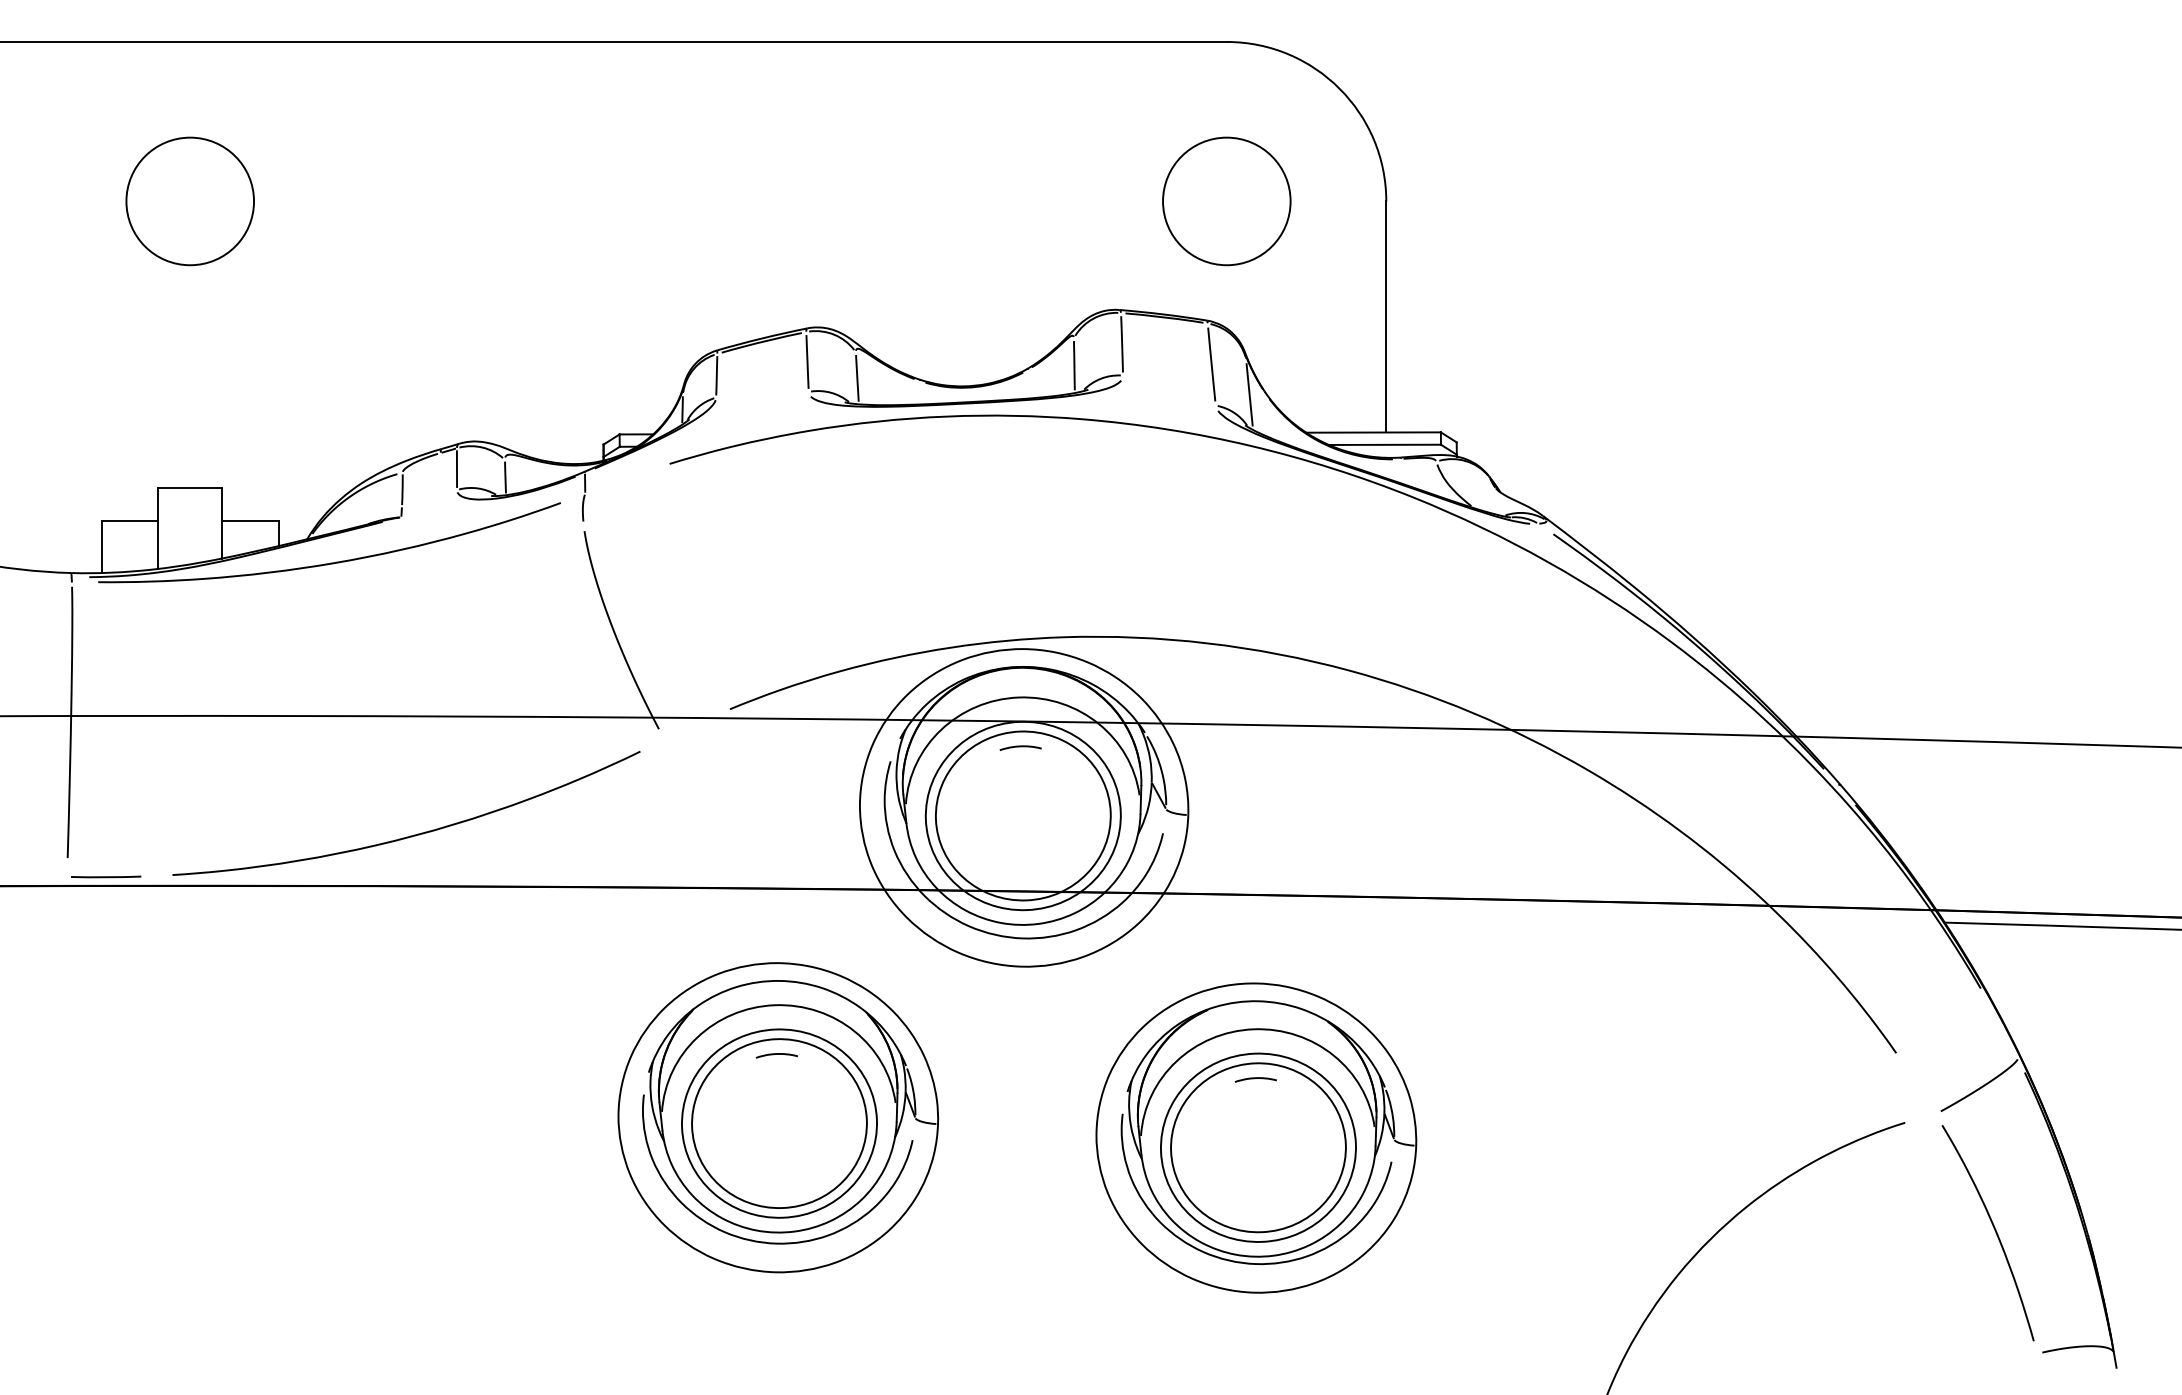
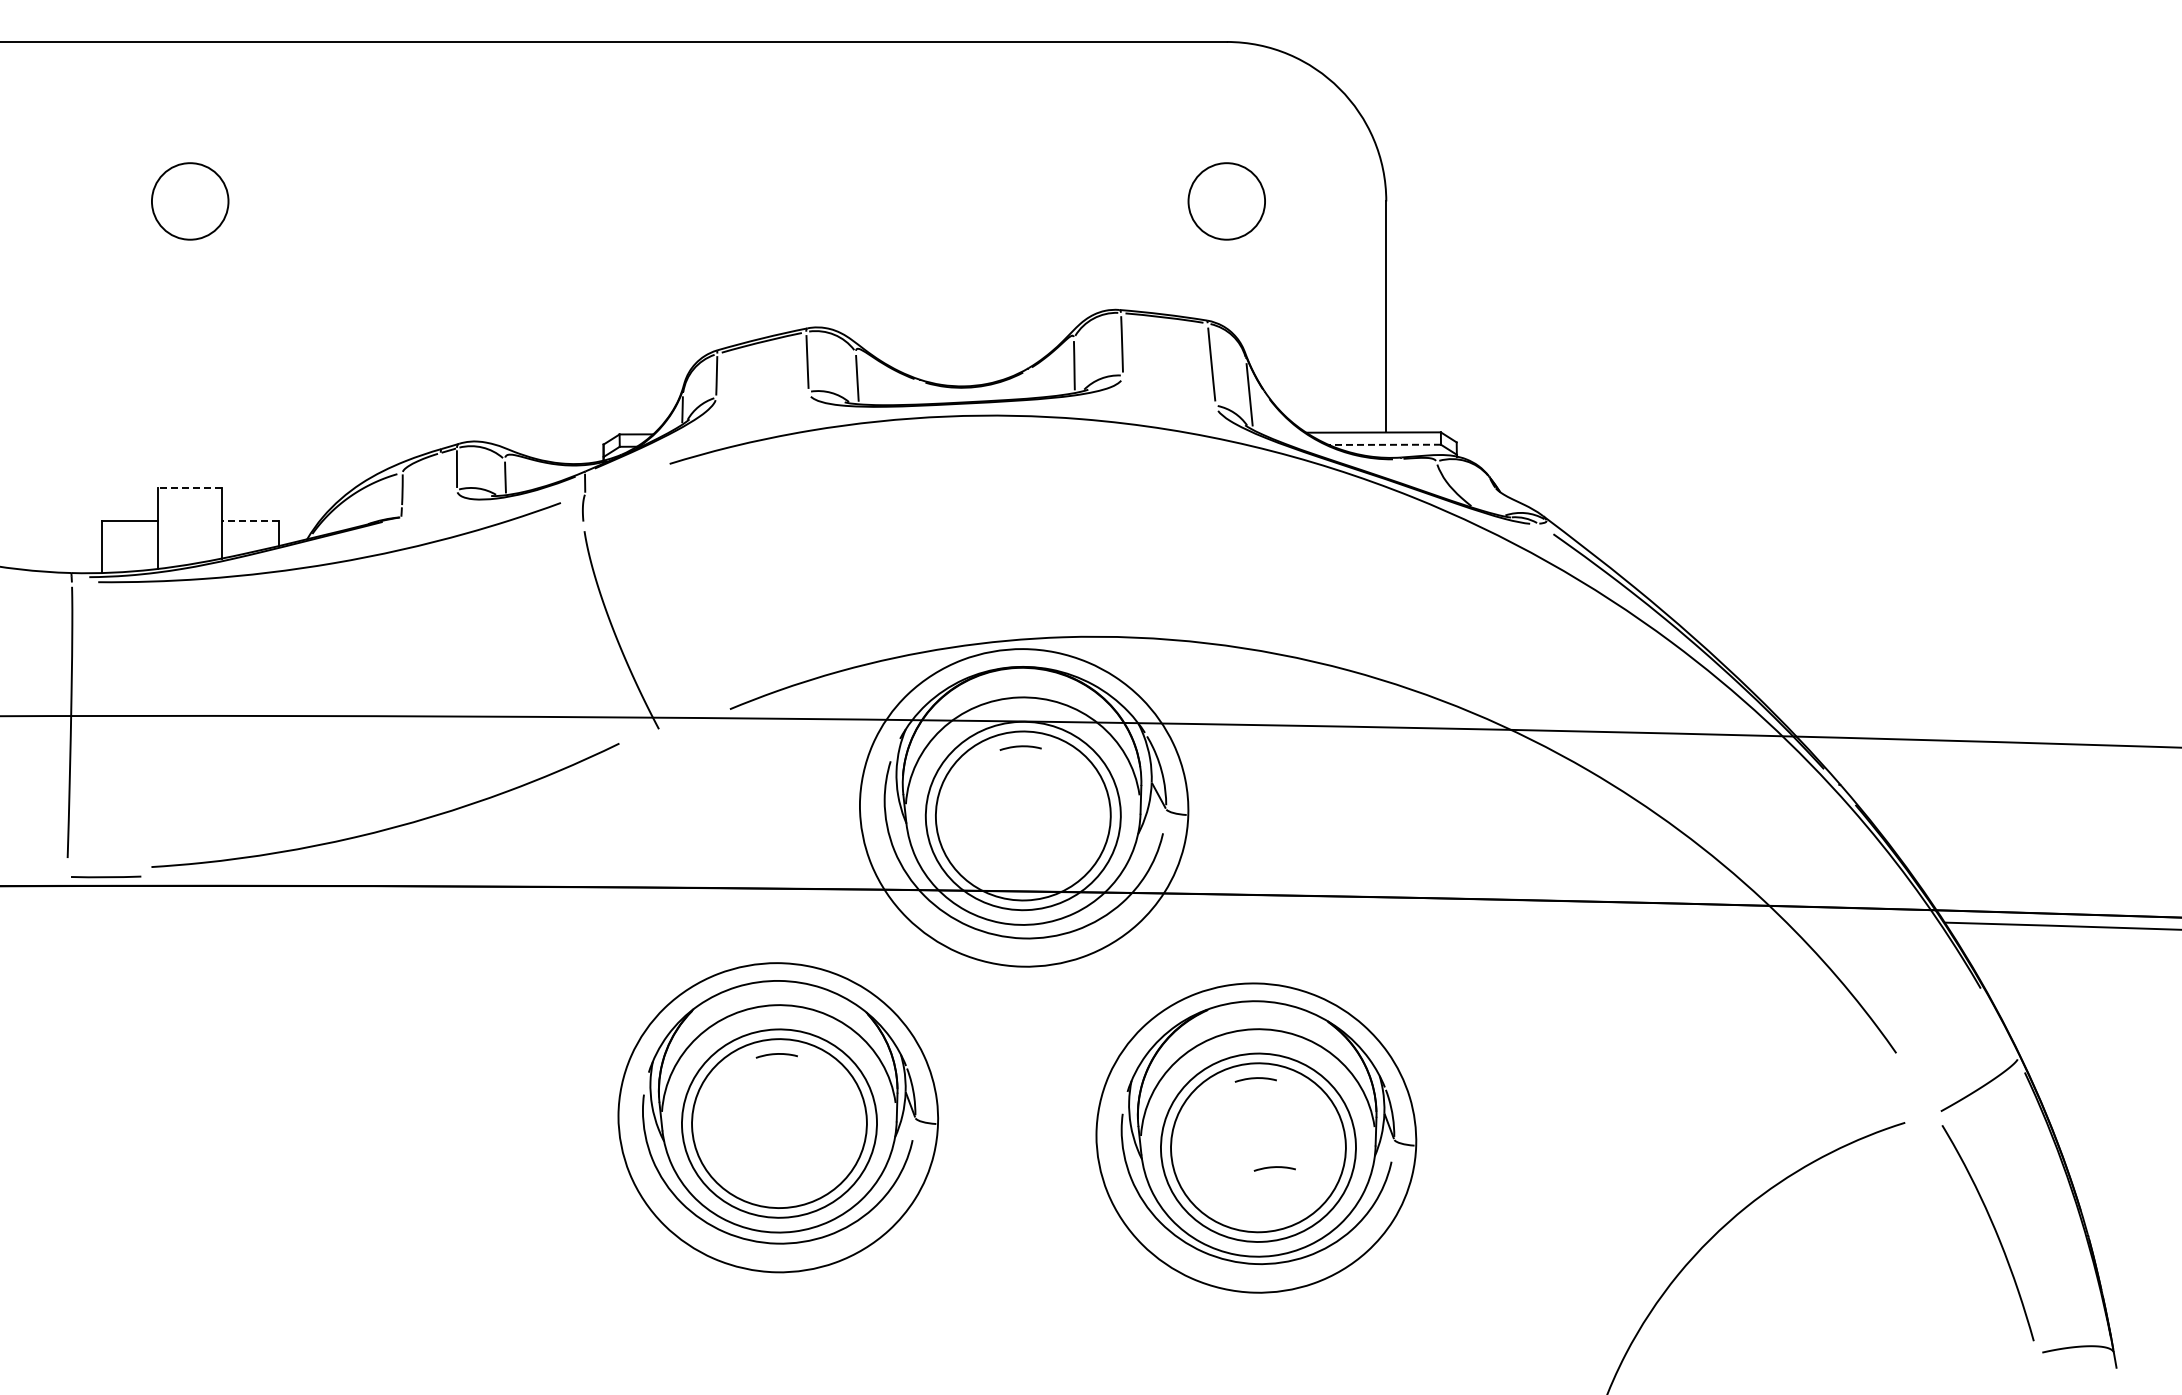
circle at (190, 201) diameter: 128 px -> 77 px
circle at (1226, 201) diameter: 128 px -> 77 px
line at (1384, 444): solid -> dashed
line at (190, 488): solid -> dashed
line at (249, 521): solid -> dashed
curve at (410, 835) position: (410, 835) -> (389, 827)
curve at (1274, 1168): none -> present
